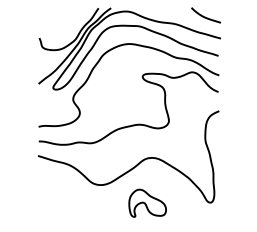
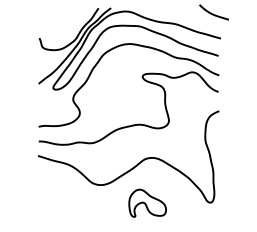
curve at (205, 16) position: (205, 16) -> (213, 13)
